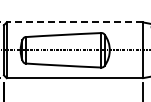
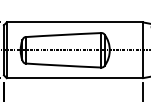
line at (74, 22): dashed -> solid
